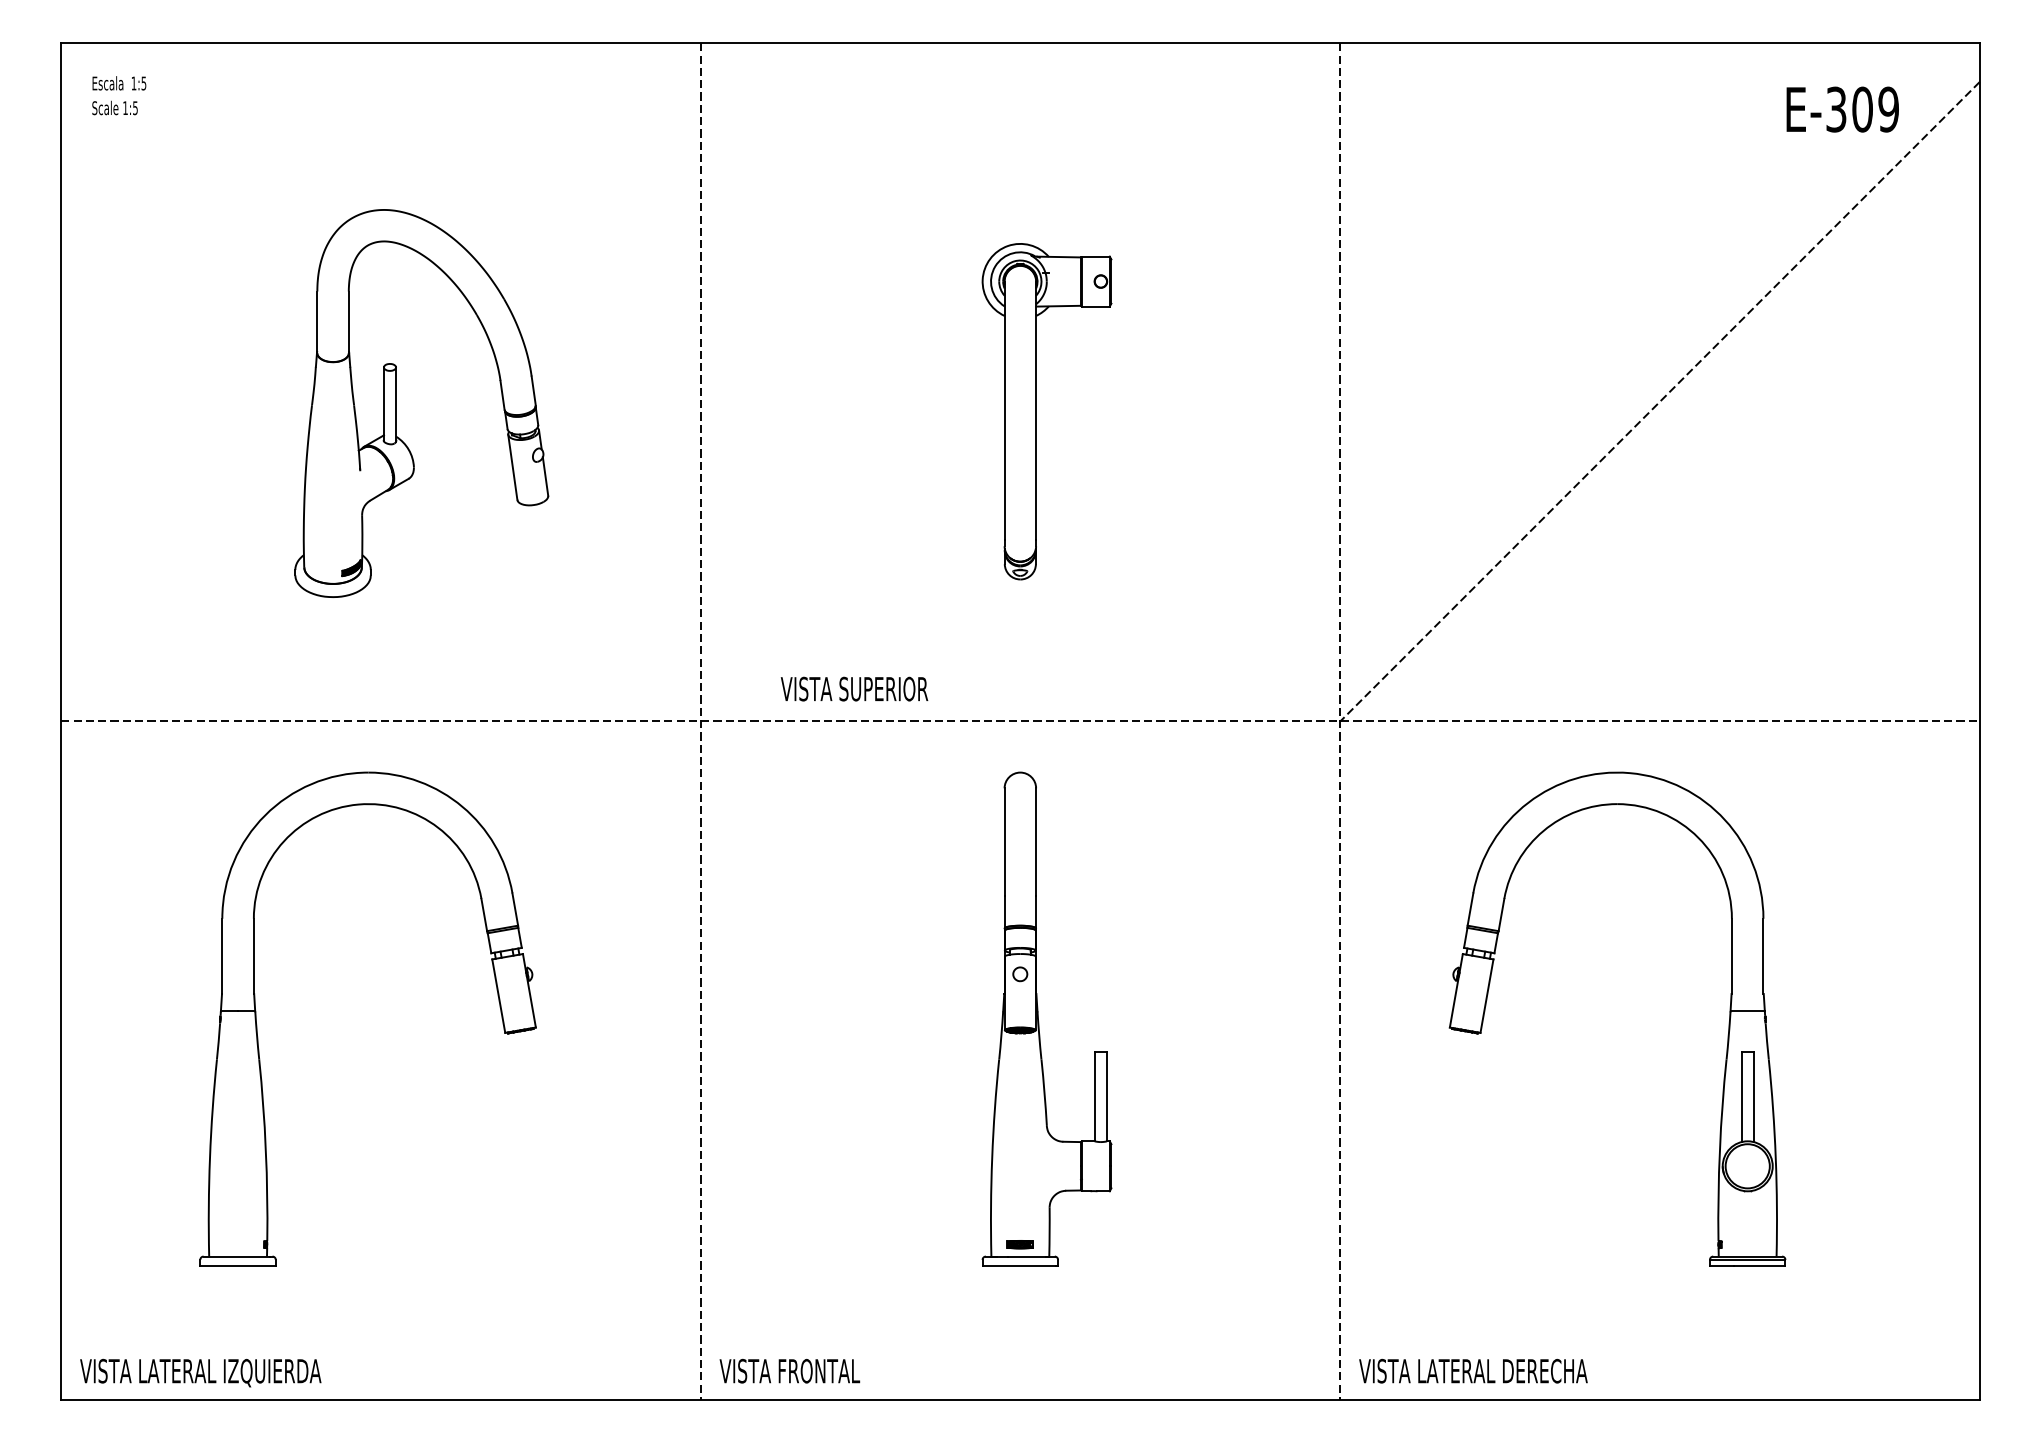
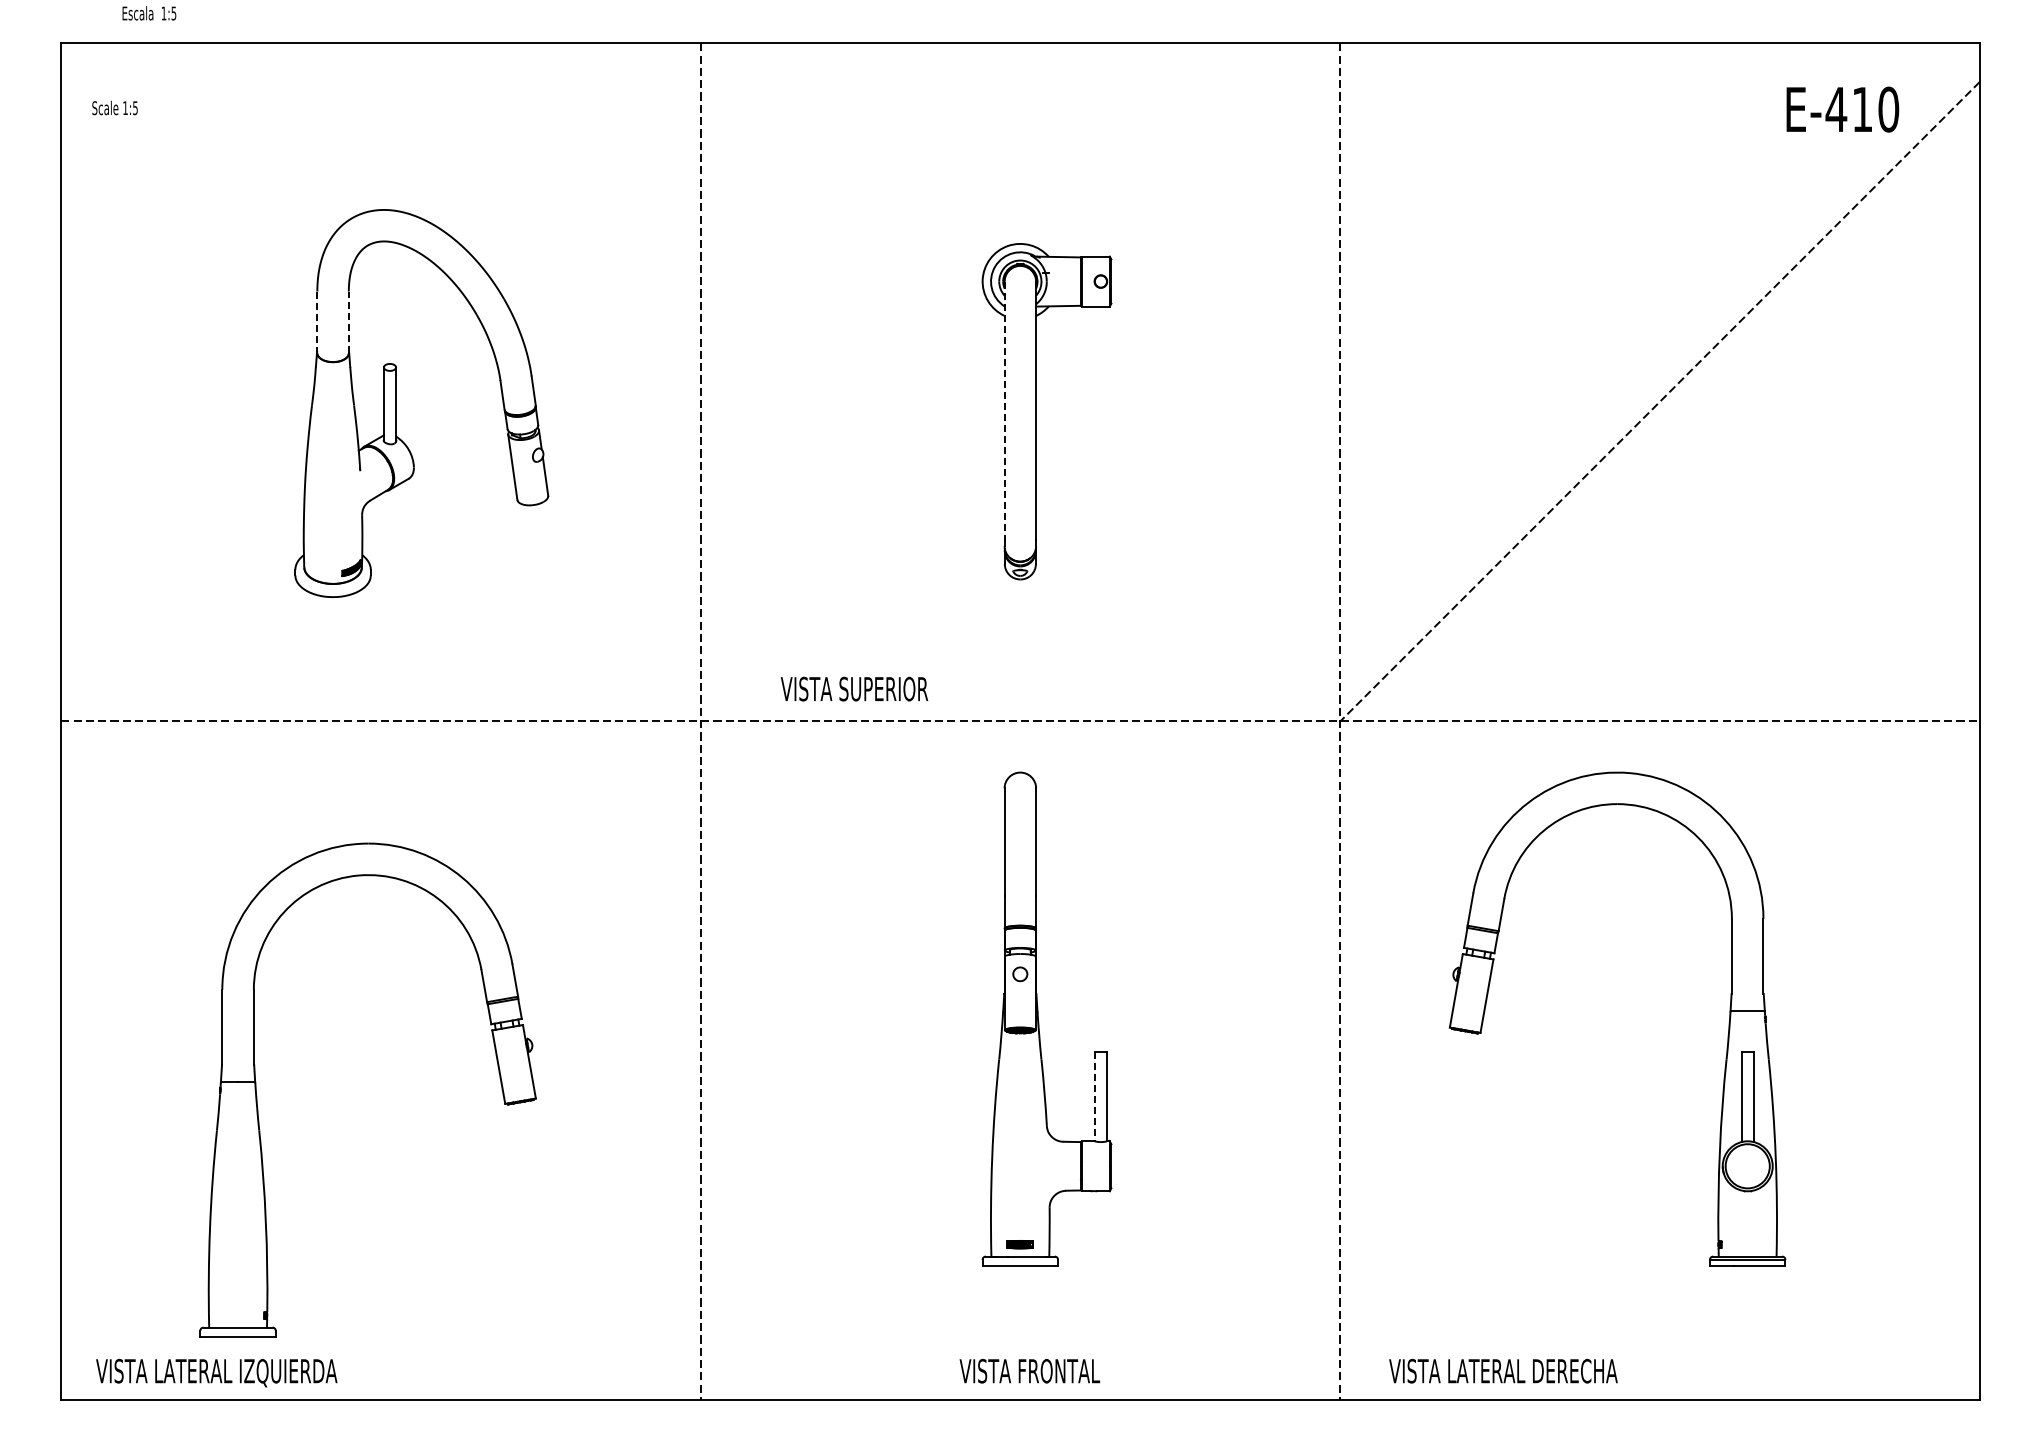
text at (119, 83) position: (119, 83) -> (149, 13)
text at (1862, 109): E-309 -> E-410
line at (317, 322): solid -> dashed
line at (348, 322): solid -> dashed
line at (1004, 411): solid -> dashed
part at (257, 1024) position: (257, 1024) -> (257, 1095)
line at (1094, 1096): solid -> dashed
text at (789, 1370) position: (789, 1370) -> (1029, 1370)
text at (1473, 1370) position: (1473, 1370) -> (1503, 1370)
text at (200, 1372) position: (200, 1372) -> (216, 1372)
